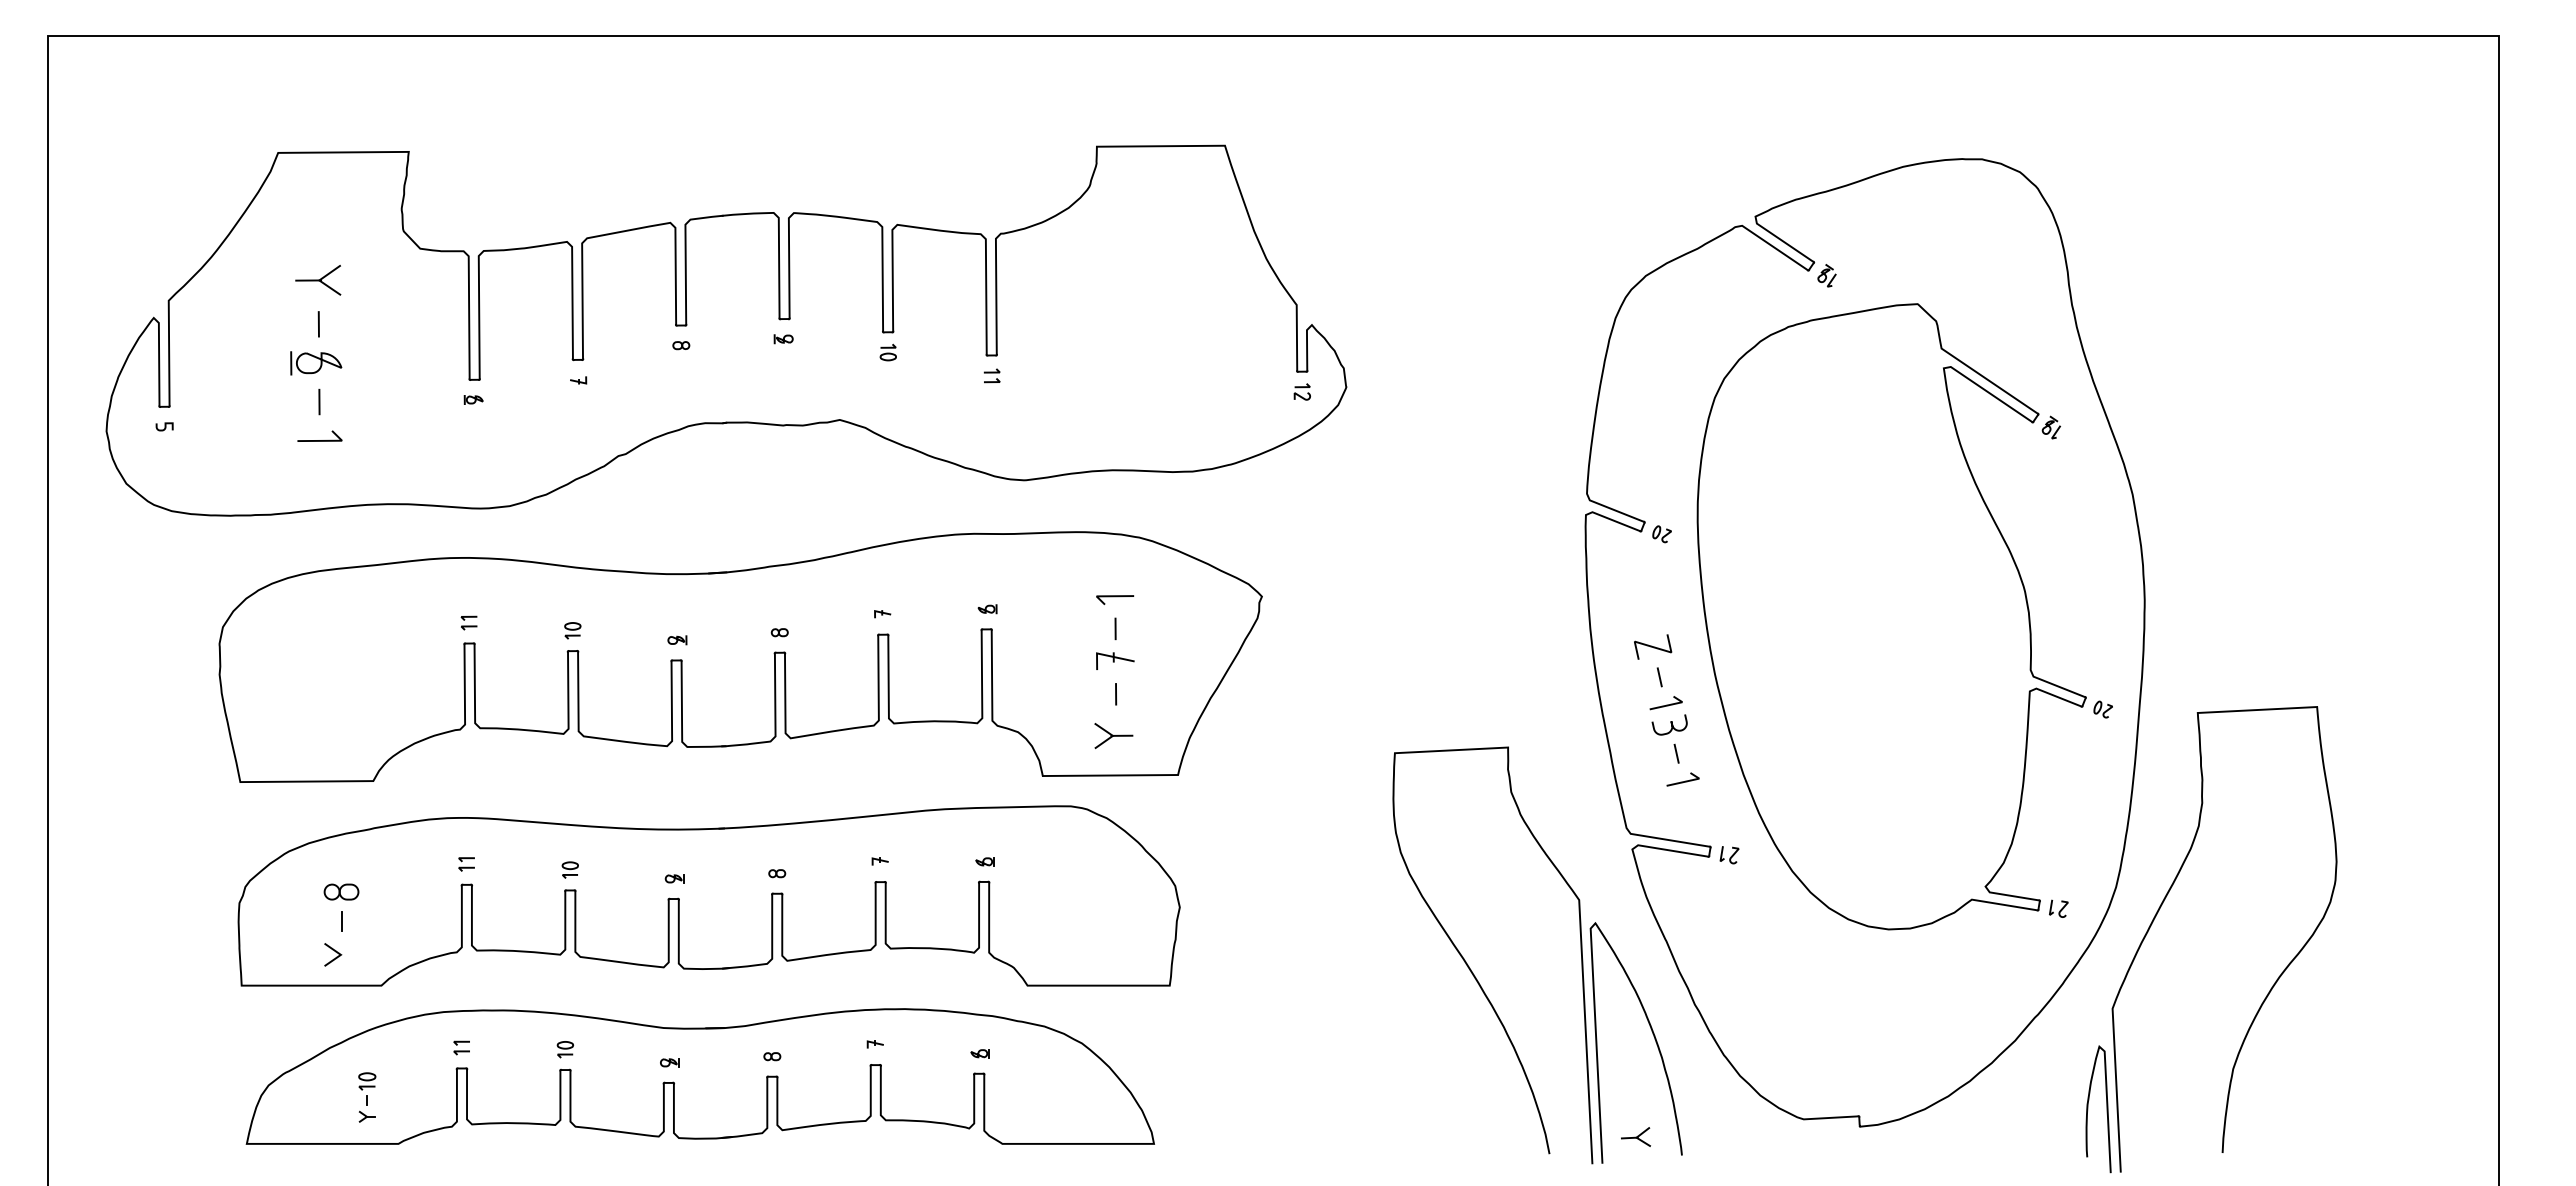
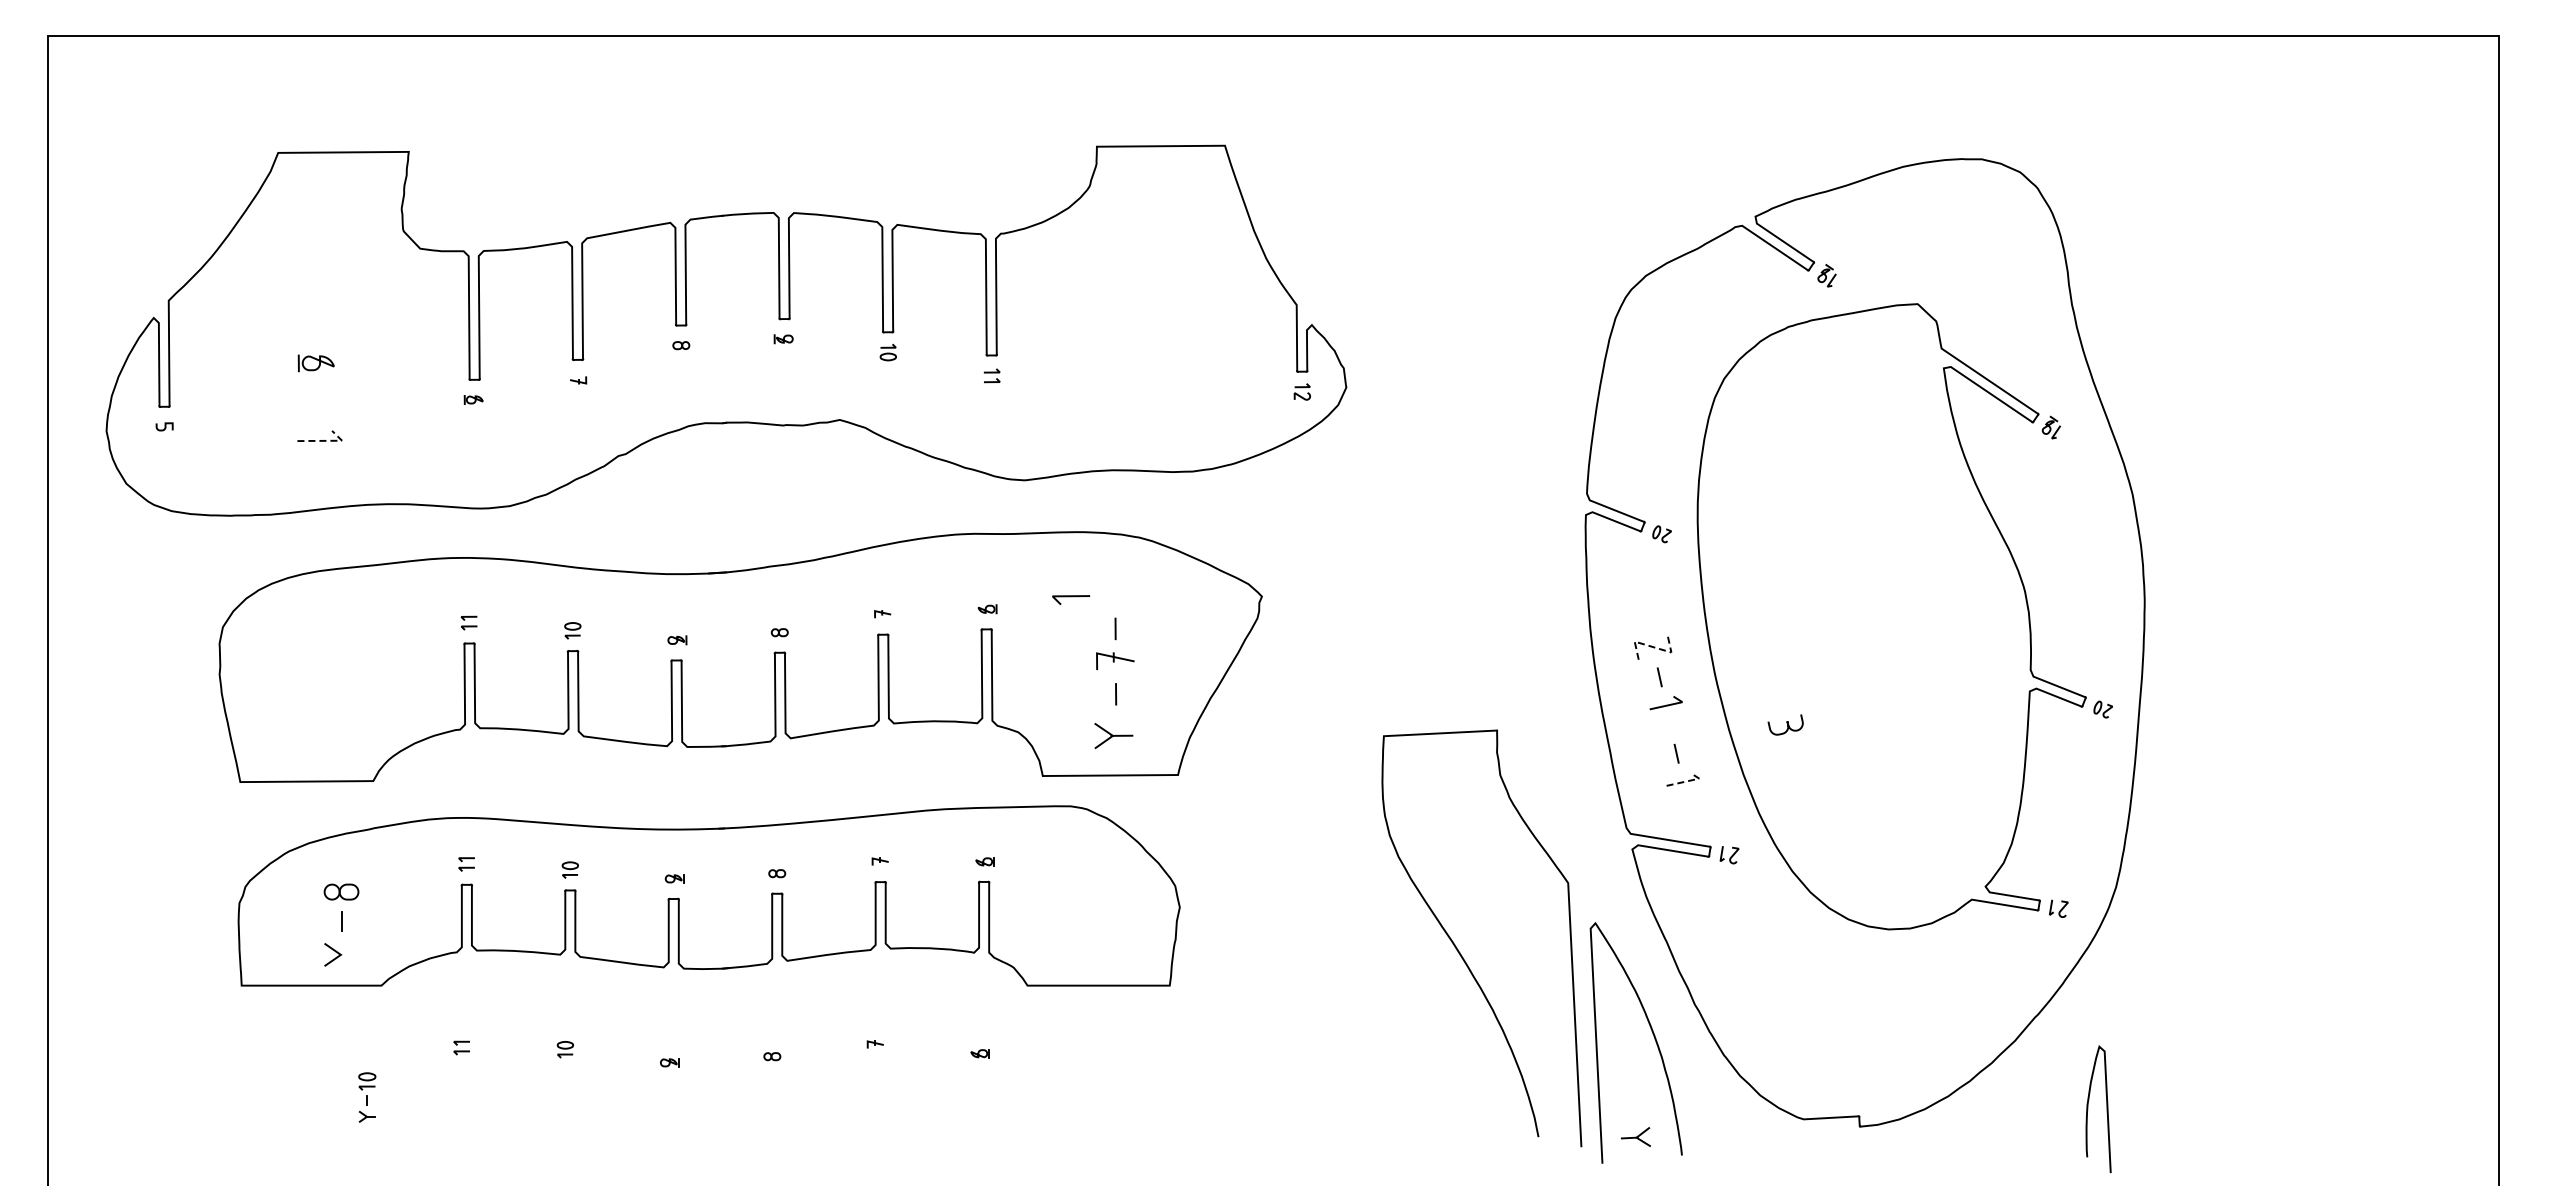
part at (318, 279): present -> none
line at (318, 324): present -> none
part at (316, 363) size: 53x25 px -> 38x19 px
line at (319, 401): present -> none
line at (328, 440): solid -> dashed
line at (1115, 597) position: (1115, 597) -> (1071, 597)
line at (1653, 647): solid -> dashed
curve at (1670, 723) position: (1670, 723) -> (1786, 723)
line at (1688, 780): solid -> dashed
curve at (1471, 969) position: (1471, 969) -> (1460, 952)
curve at (2278, 976): present -> none
part at (699, 1076): present -> none
